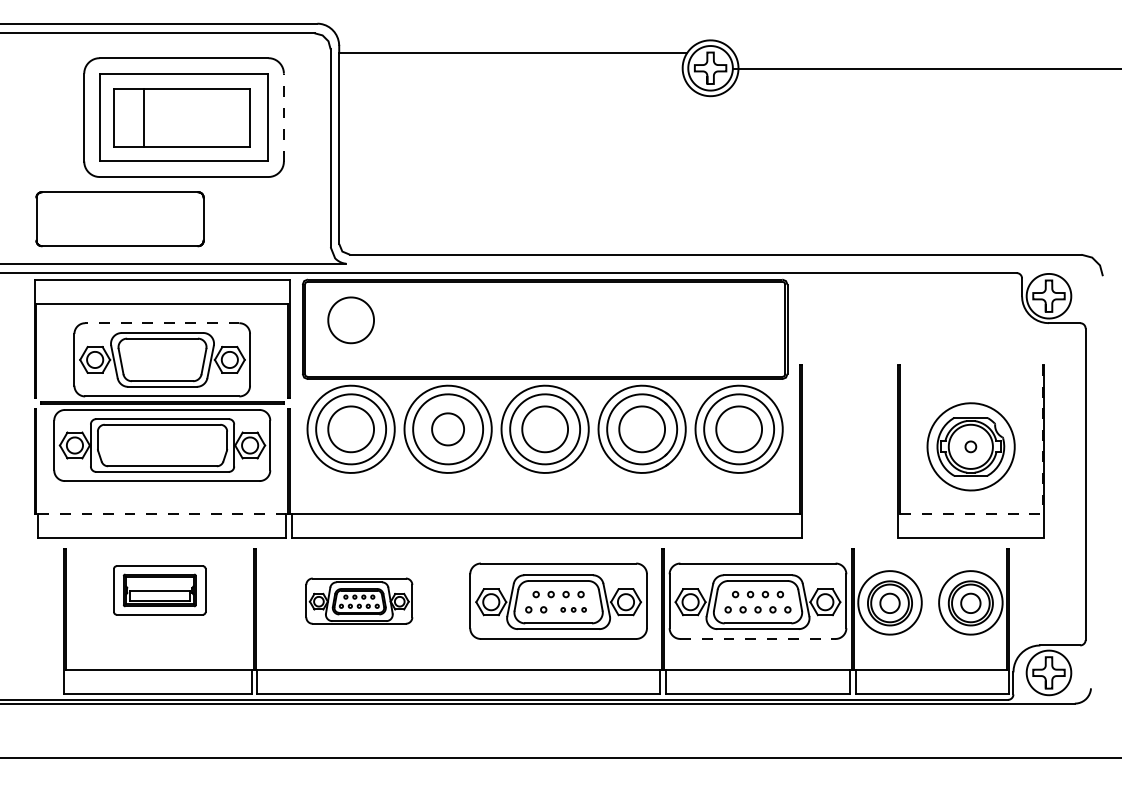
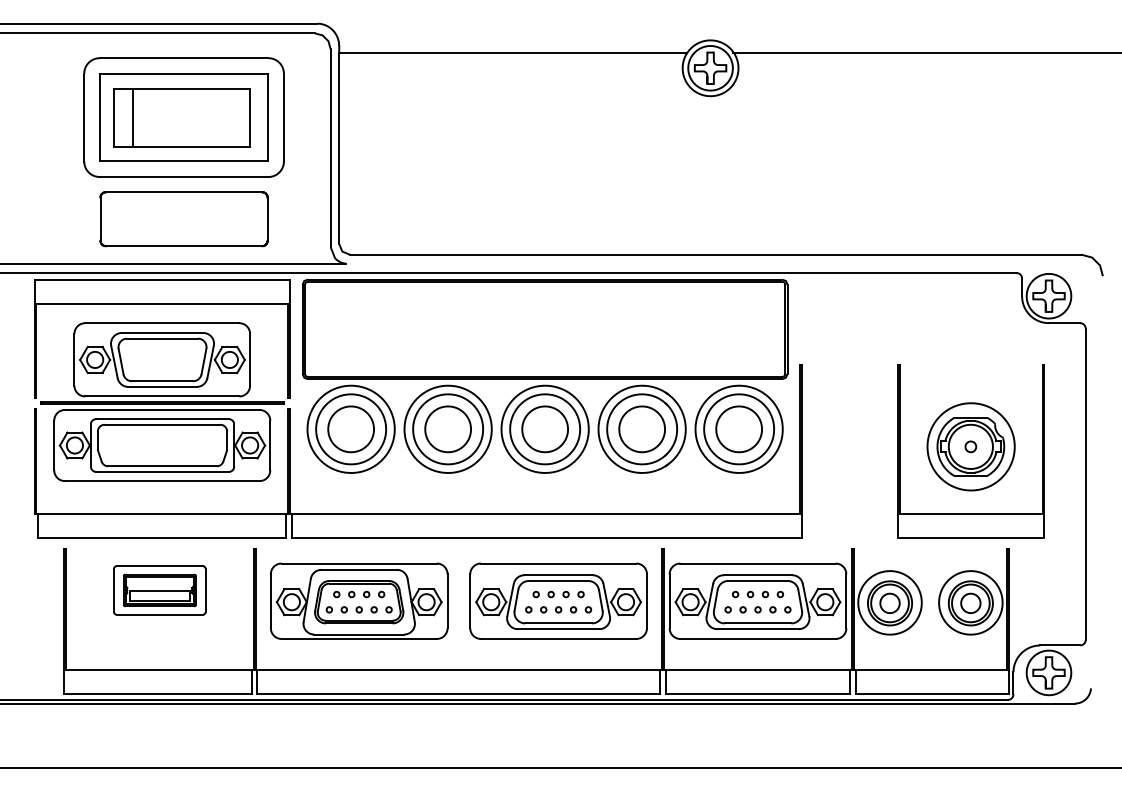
line at (925, 68) position: (925, 68) -> (925, 52)
line at (143, 117) position: (143, 117) -> (132, 117)
line at (283, 117): dashed -> solid
part at (119, 219) position: (119, 219) -> (183, 219)
part at (350, 320): present -> none
line at (161, 323): dashed -> solid
part at (447, 429) size: 34x35 px -> 48x49 px
line at (1042, 511): dashed -> solid
line at (161, 513): dashed -> solid
part at (359, 600) size: 109x48 px -> 179x78 px
part at (573, 609) size: 27x6 px -> 38x8 px
line at (758, 638): dashed -> solid
line at (560, 758) position: (560, 758) -> (560, 768)
